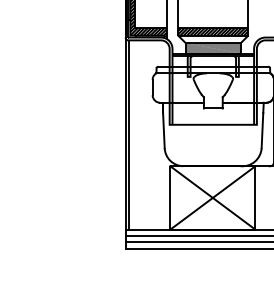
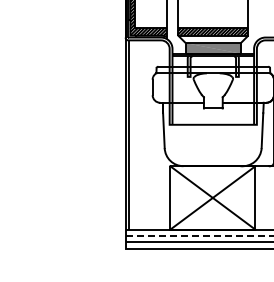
line at (199, 236): solid -> dashed
